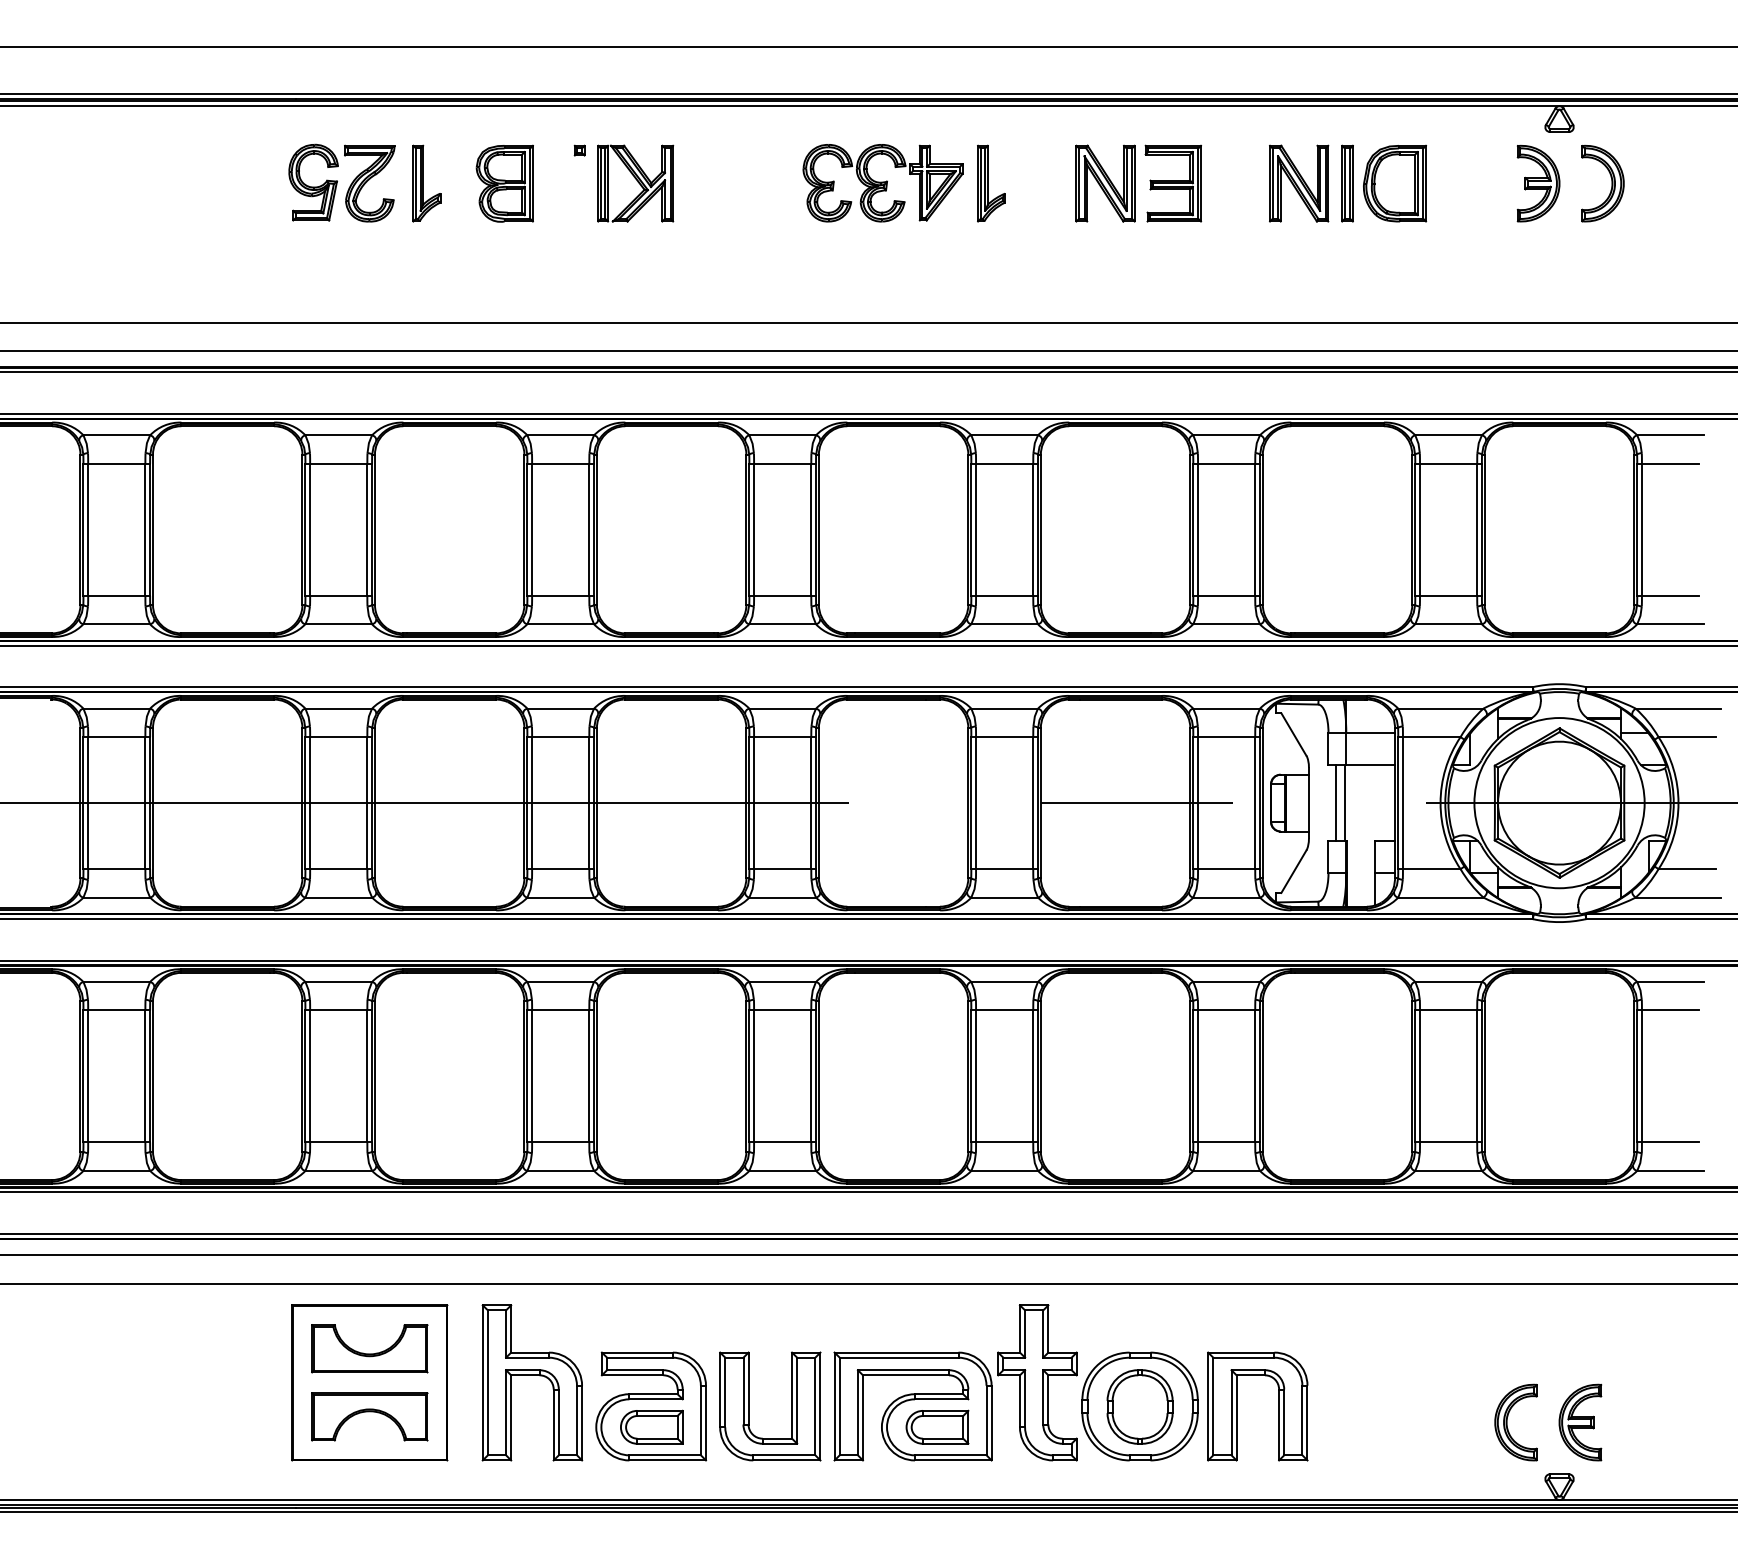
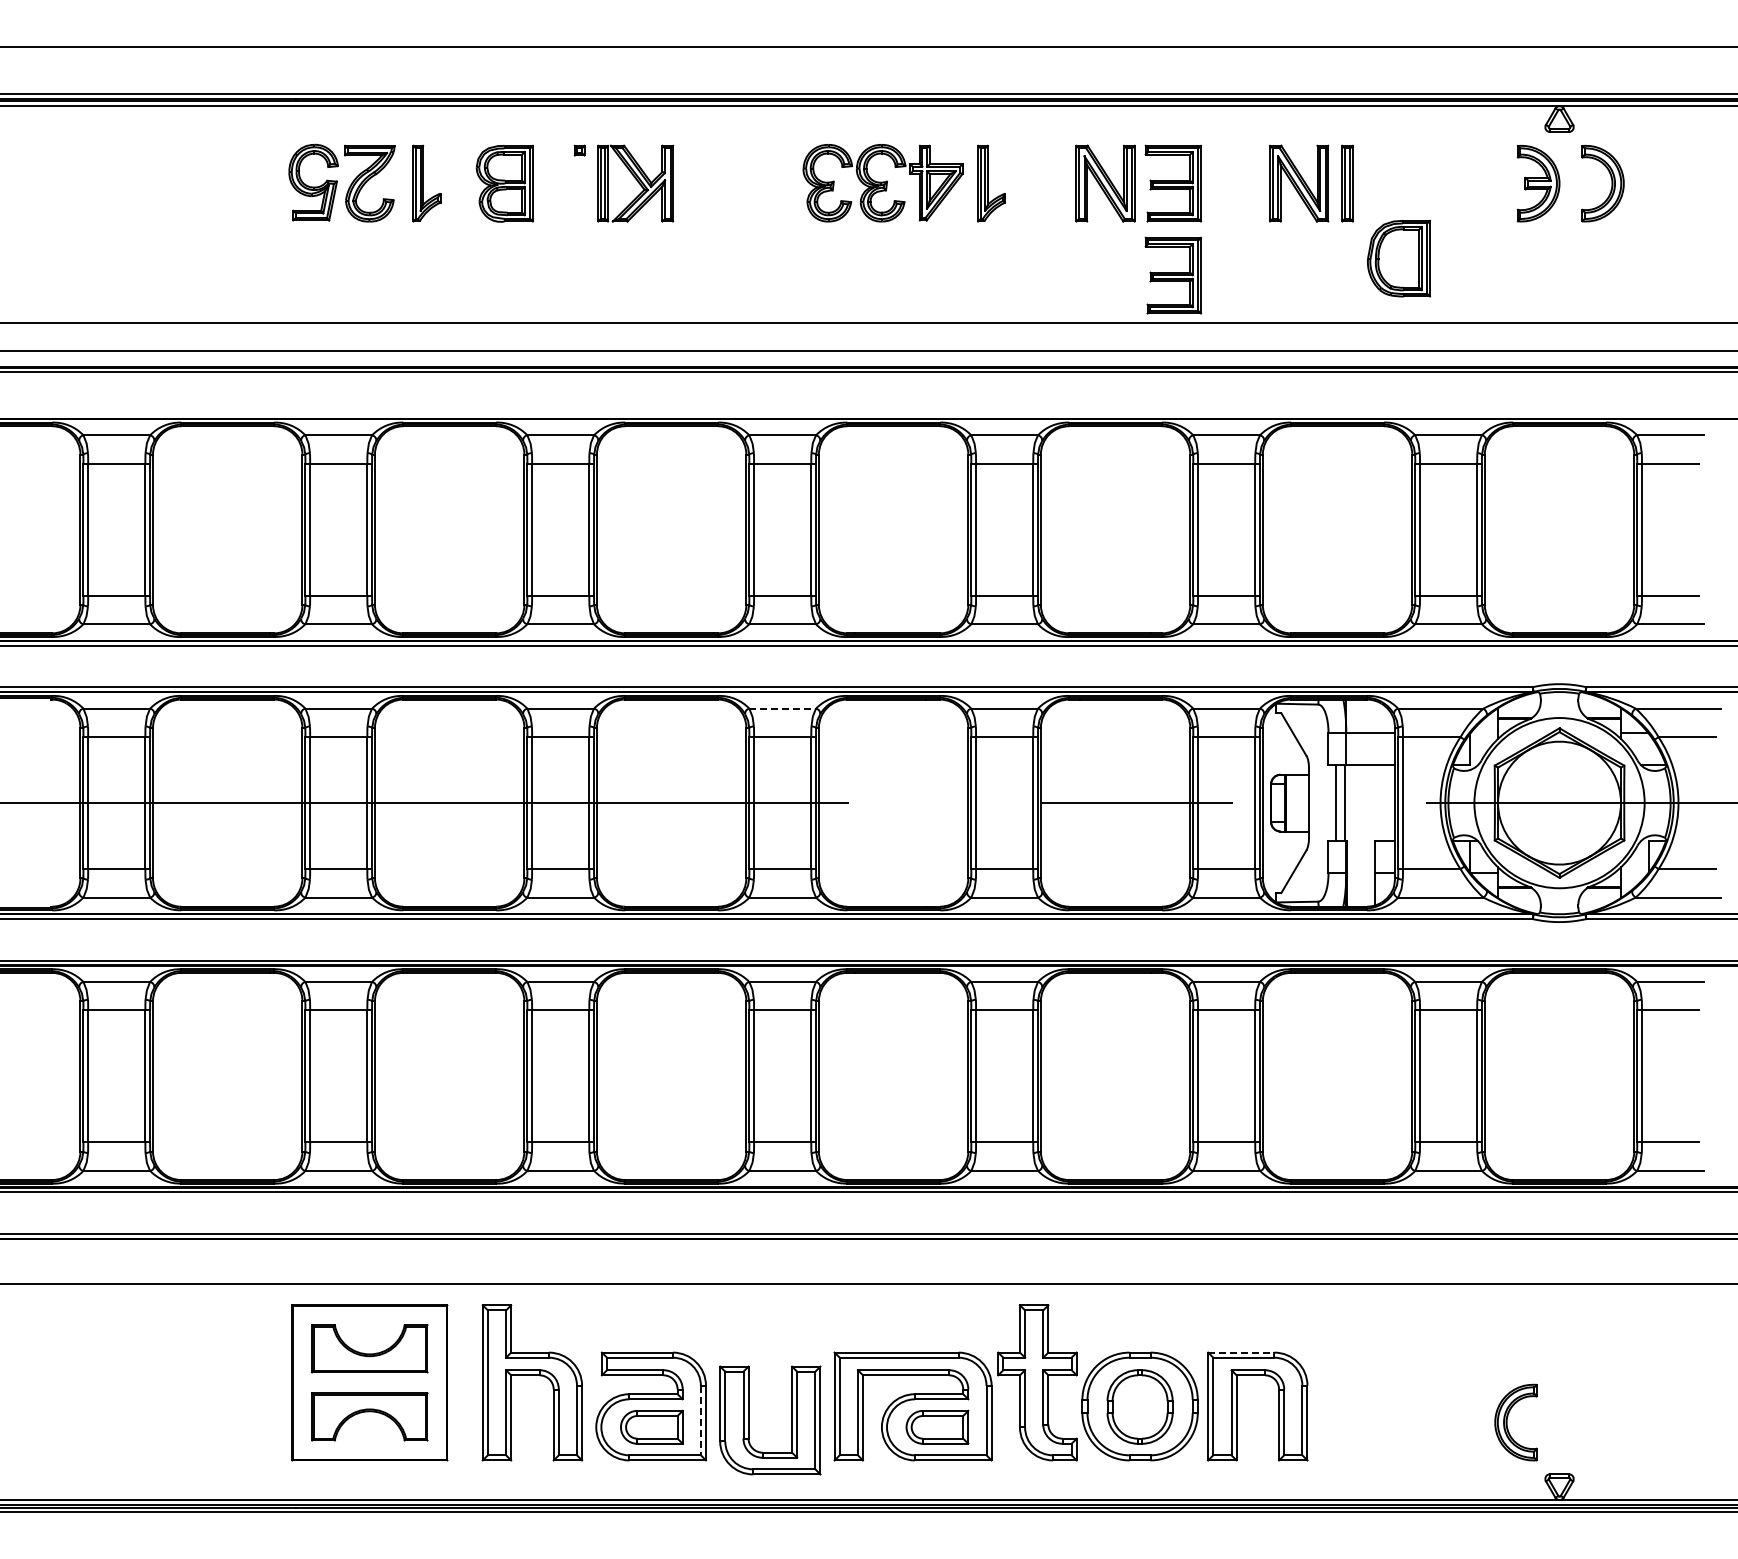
part at (1395, 183) position: (1395, 183) -> (1399, 258)
part at (1173, 275): none -> present
line at (868, 413): present -> none
line at (783, 708): solid -> dashed
line at (868, 1255): present -> none
line at (1241, 1352): solid -> dashed
part at (749, 1406) position: (749, 1406) -> (749, 1420)
line at (700, 1420): solid -> dashed
part at (1580, 1422): present -> none
